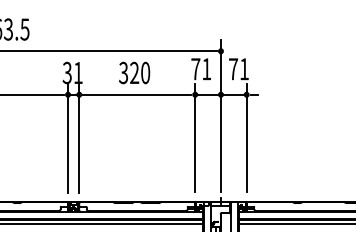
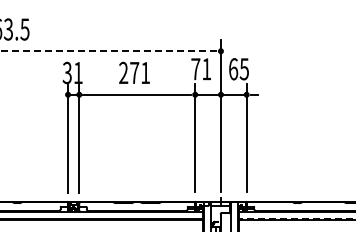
line at (109, 51): solid -> dashed
text at (238, 69): 71 -> 65
text at (134, 72): 320 -> 271
line at (32, 94): present -> none
line at (296, 218): solid -> dashed
line at (102, 223): present -> none
line at (295, 223): present -> none
